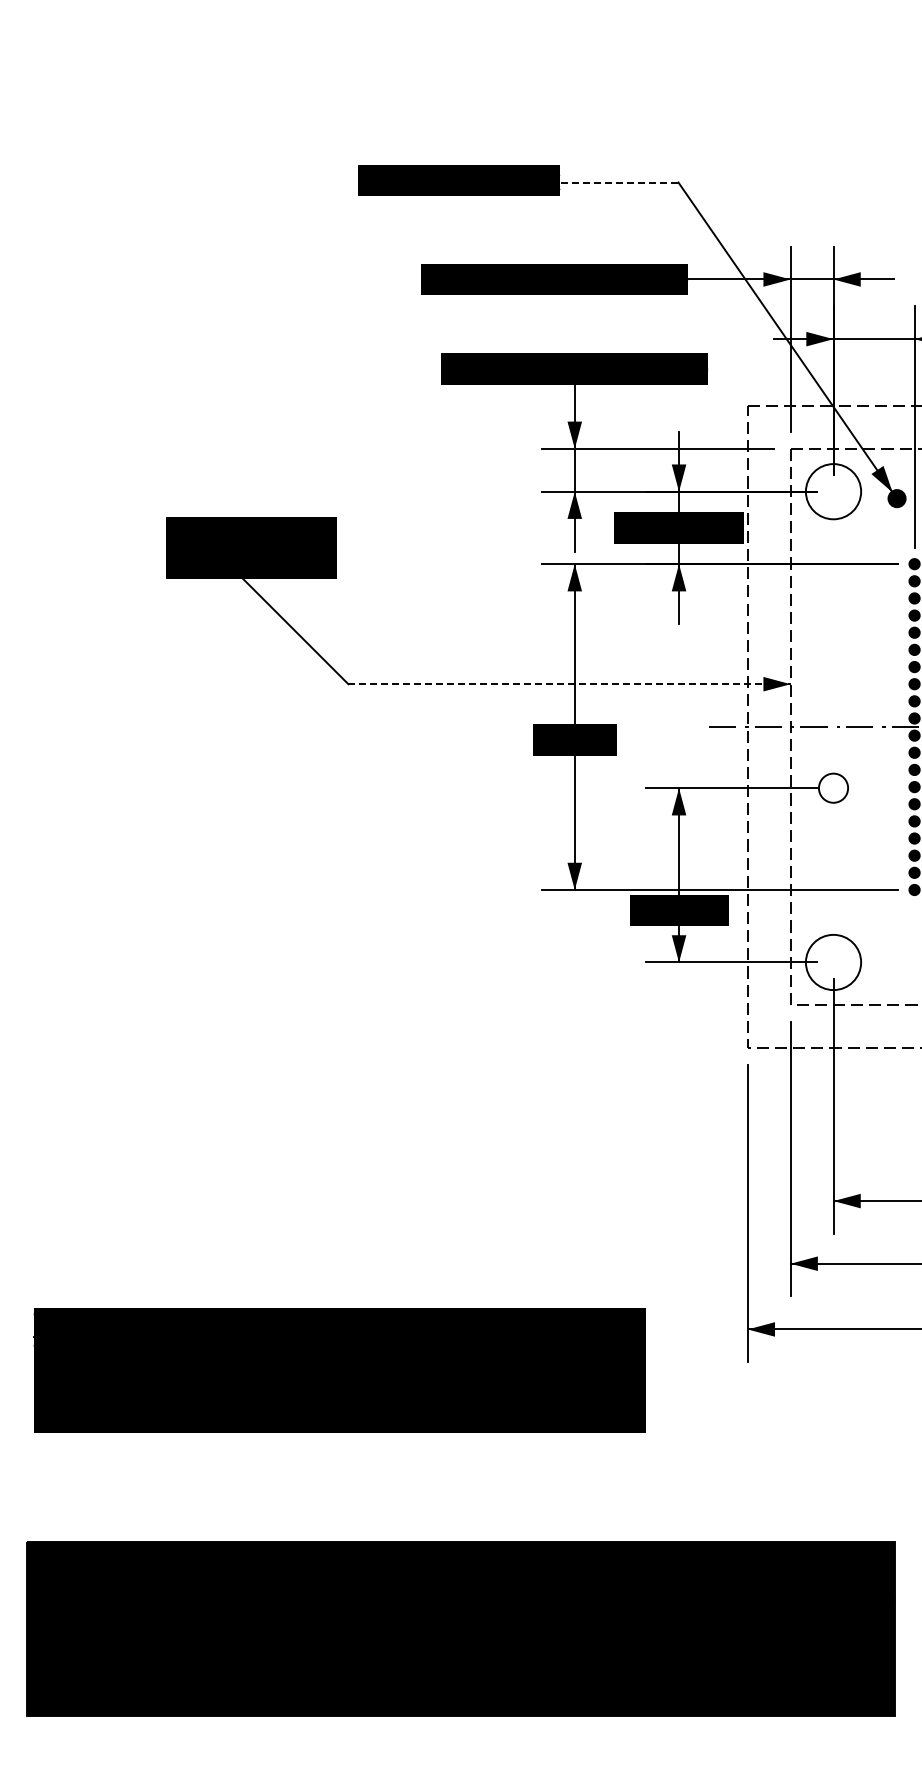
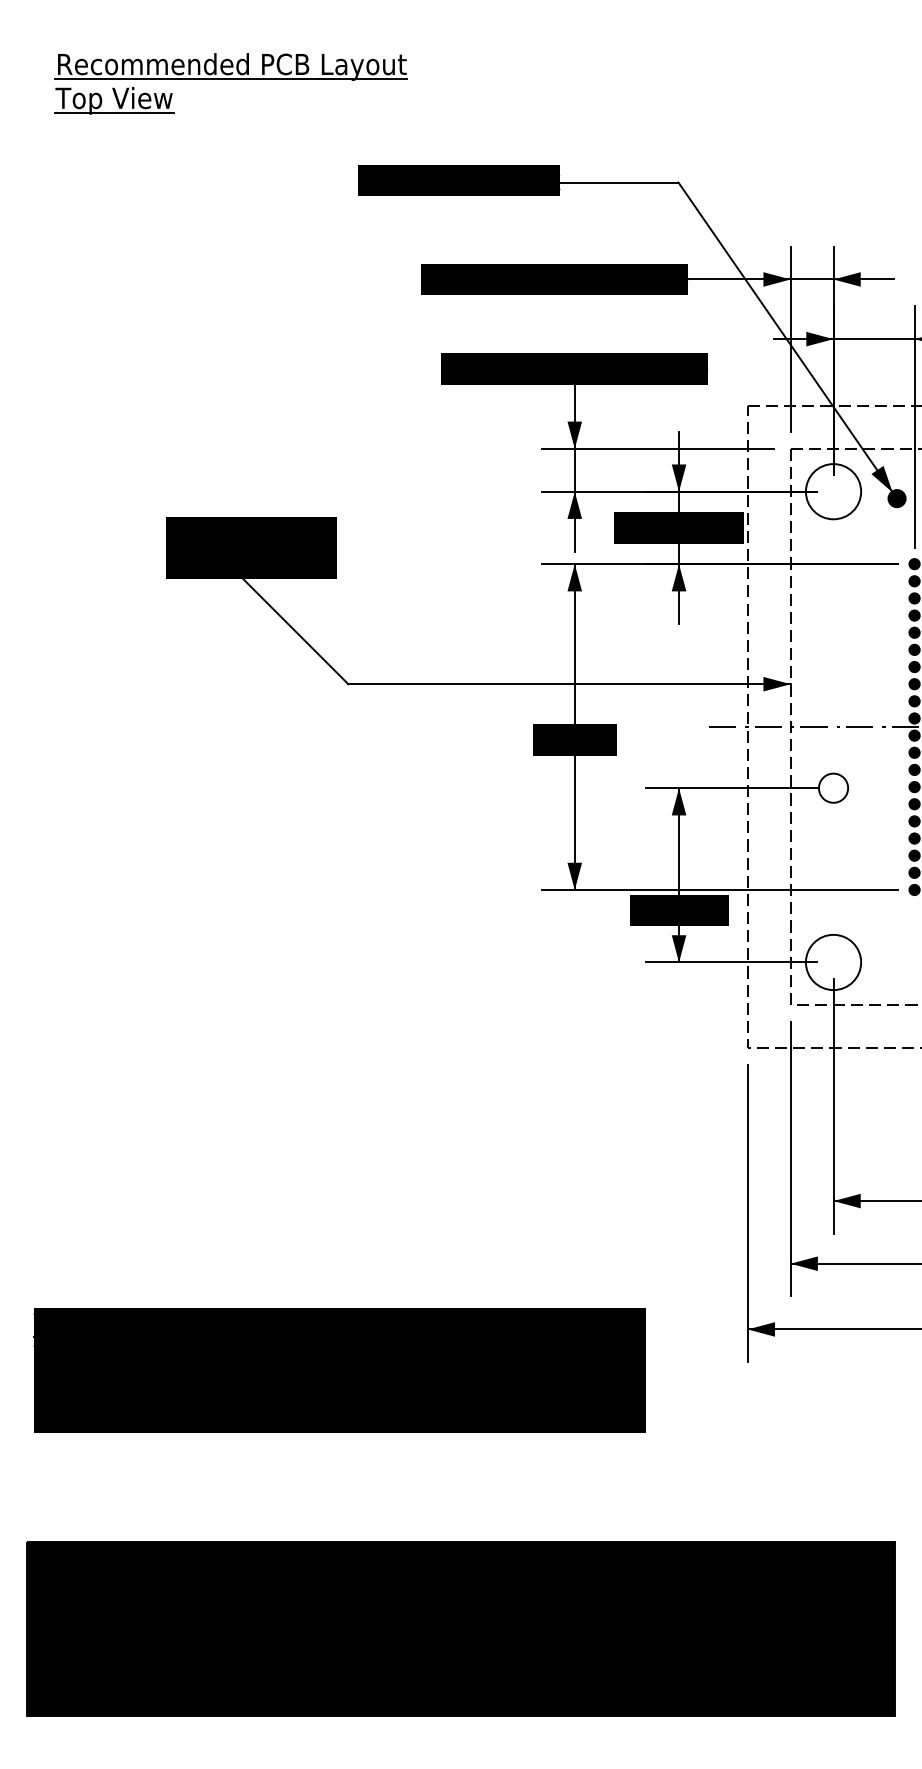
part at (230, 83): none -> present
line at (618, 182): dashed -> solid
line at (570, 684): dashed -> solid
